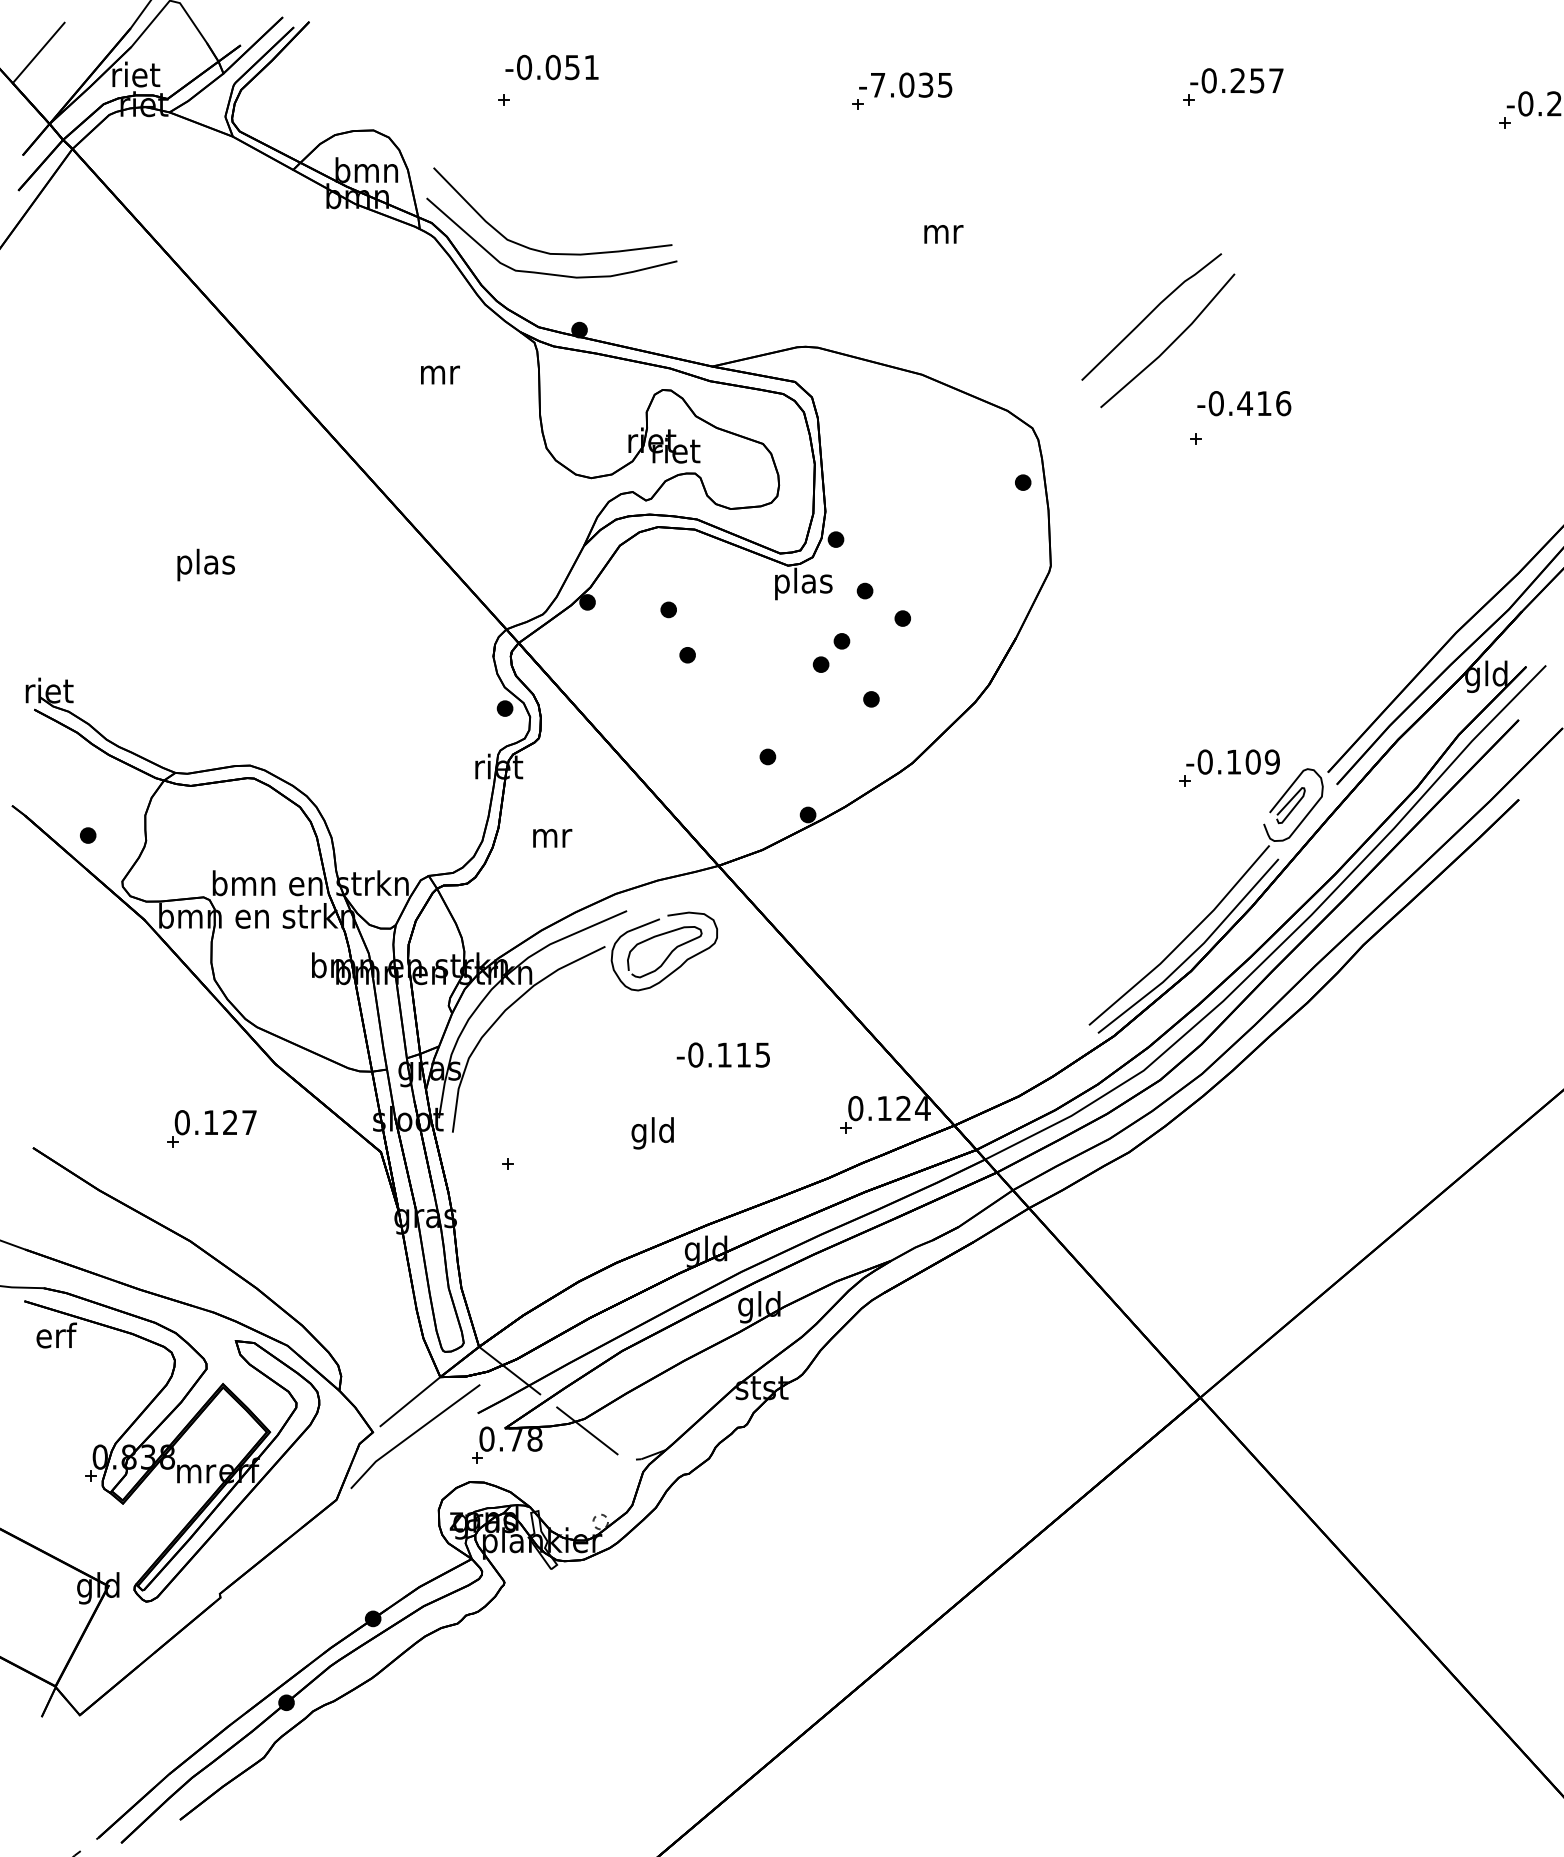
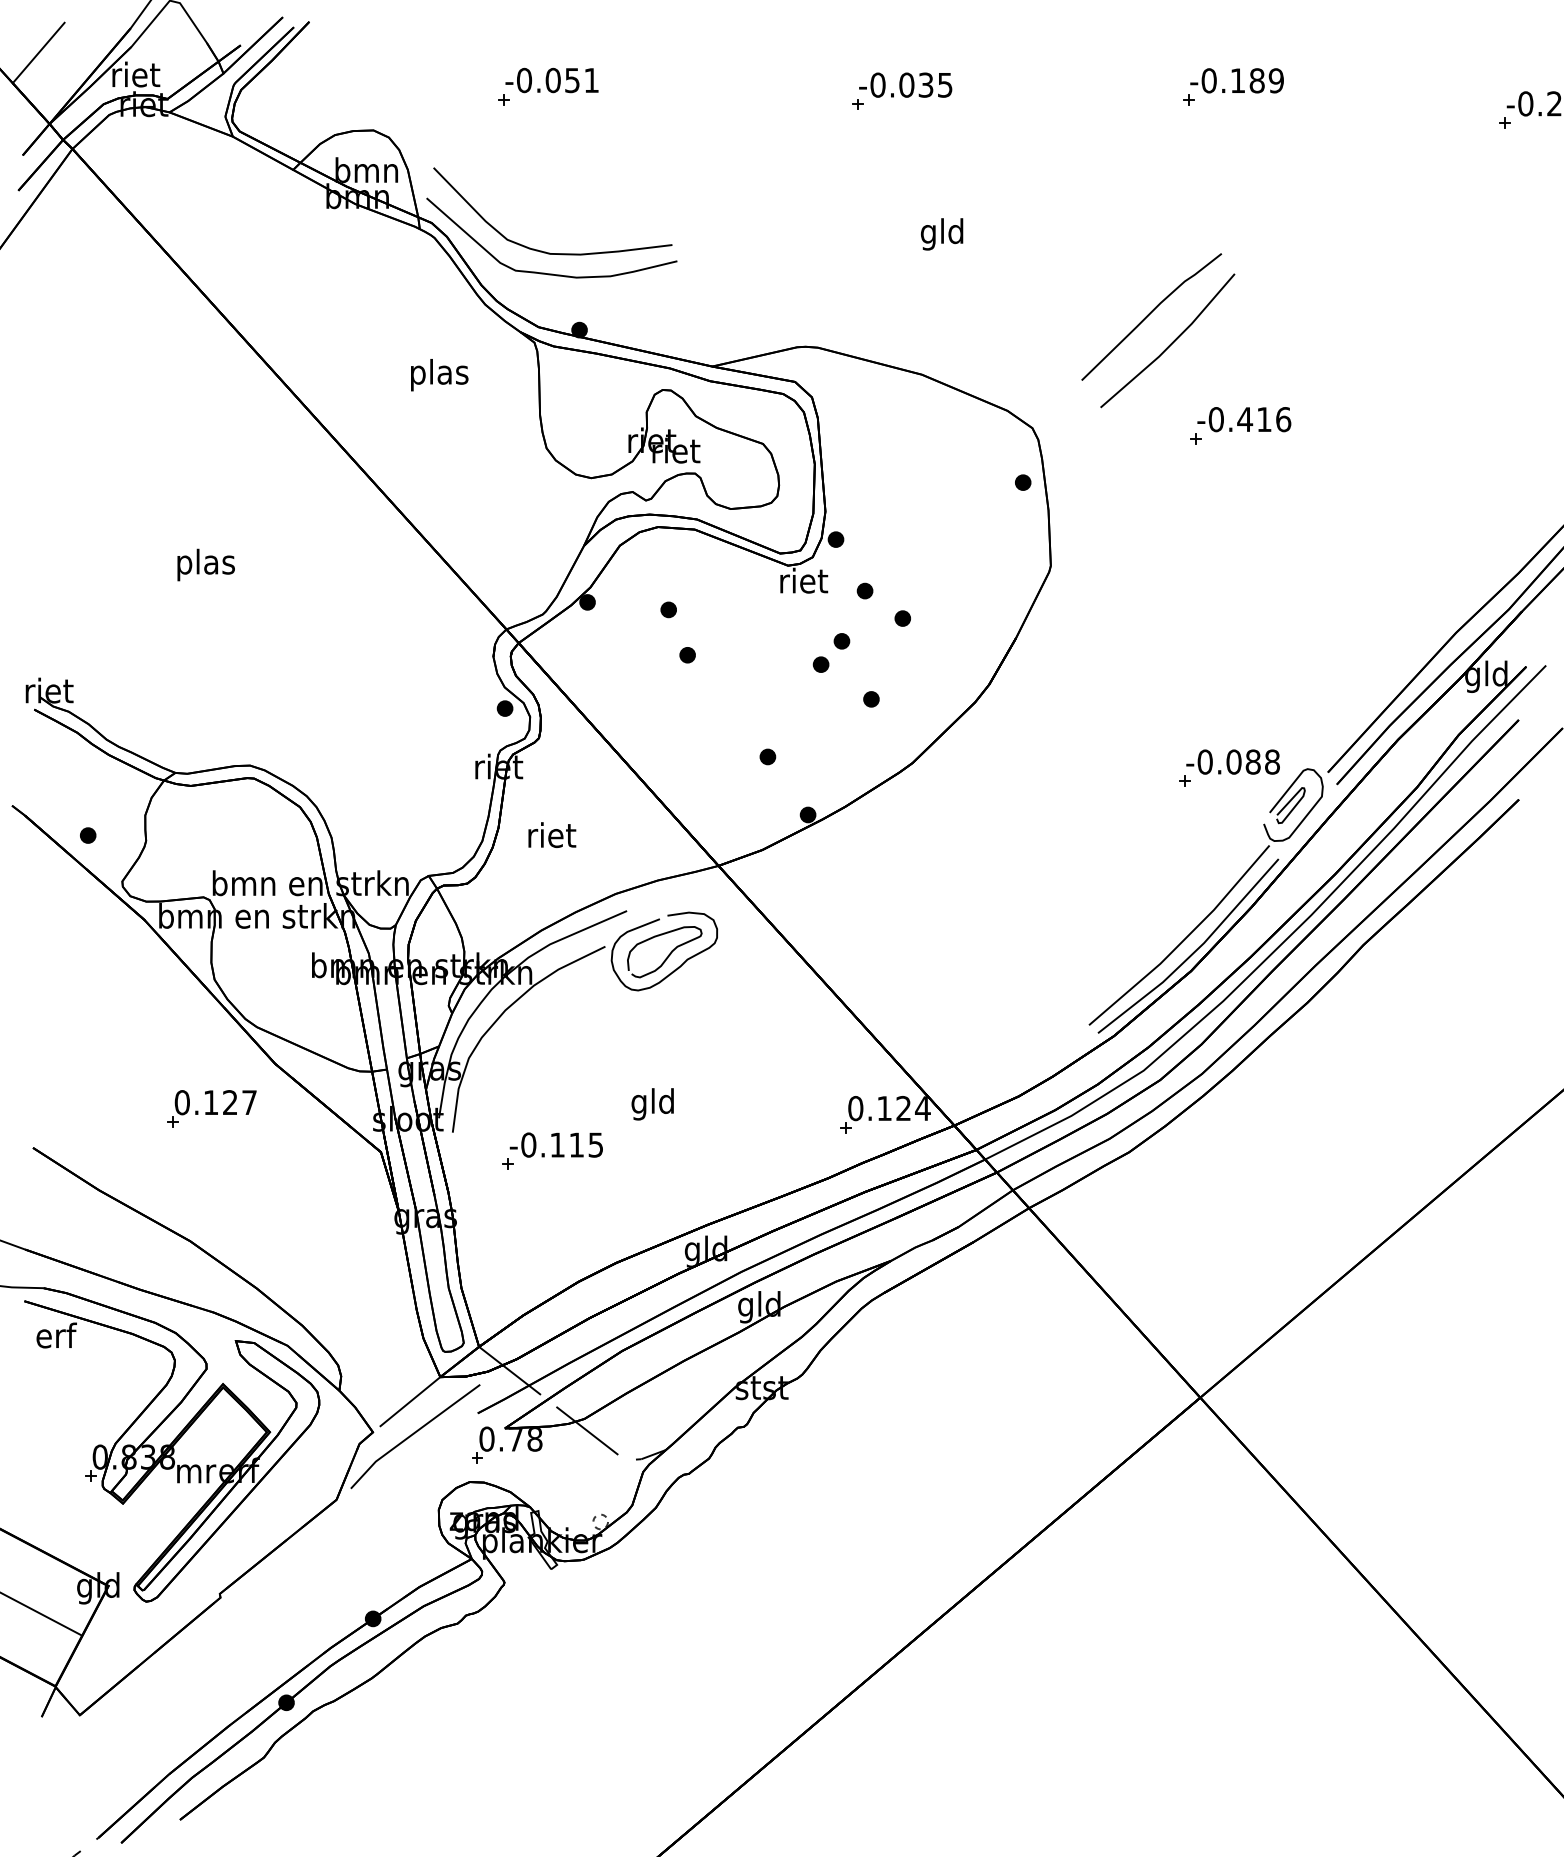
text at (551, 67) position: (551, 67) -> (551, 80)
text at (1256, 80): -0.257 -> -0.189
text at (877, 84): -7.035 -> -0.035
text at (941, 234): mr -> gld
text at (439, 375): mr -> plas
text at (1244, 403) position: (1244, 403) -> (1244, 419)
text at (803, 583): plas -> riet
text at (1252, 761): -0.109 -> -0.088
text at (552, 835): mr -> riet
text at (722, 1054) position: (722, 1054) -> (555, 1144)
part at (211, 1128) position: (211, 1128) -> (211, 1108)
text at (652, 1133) position: (652, 1133) -> (652, 1104)
line at (41, 1614): none -> present
